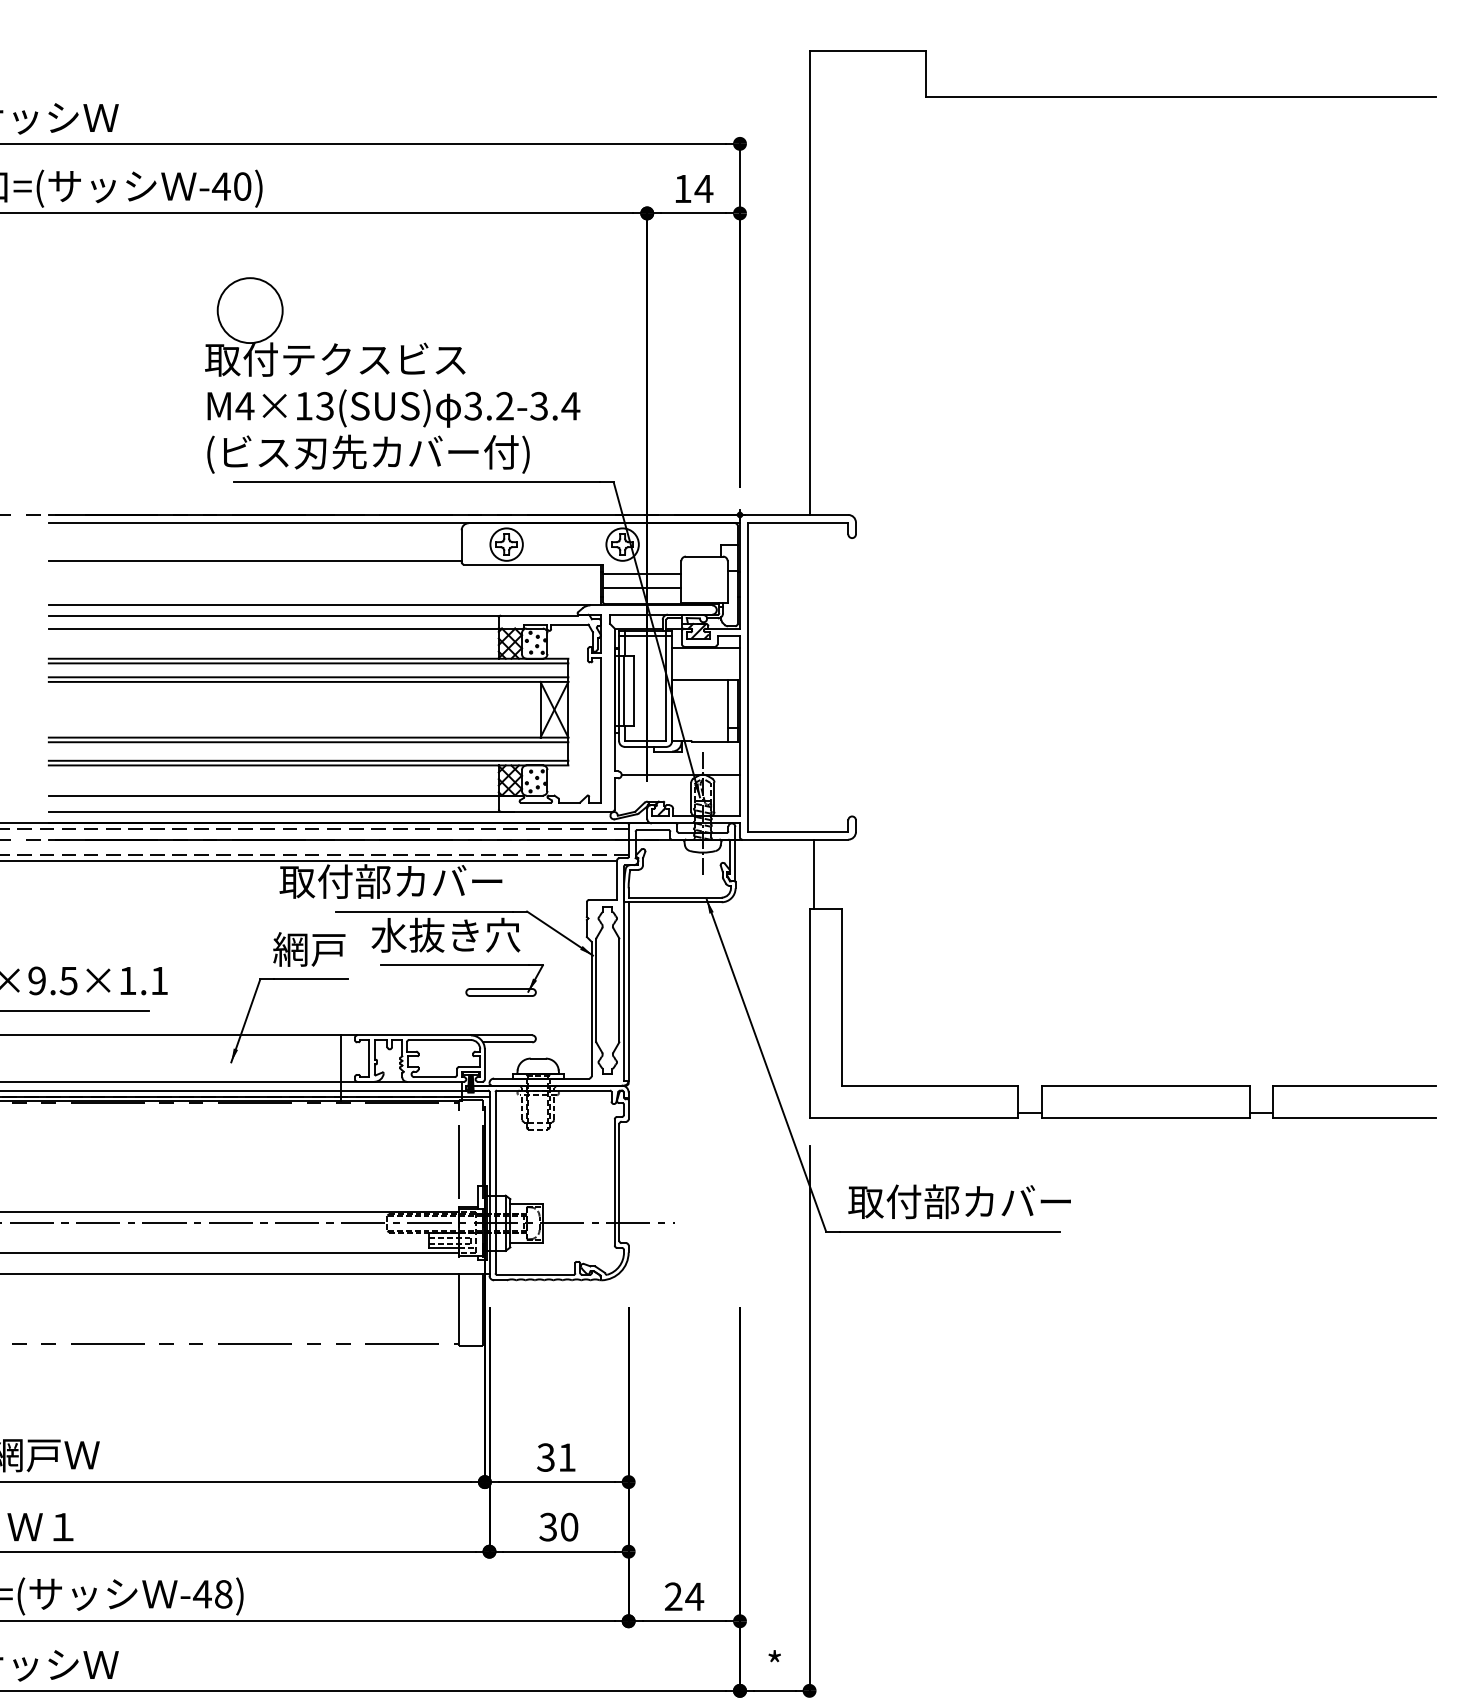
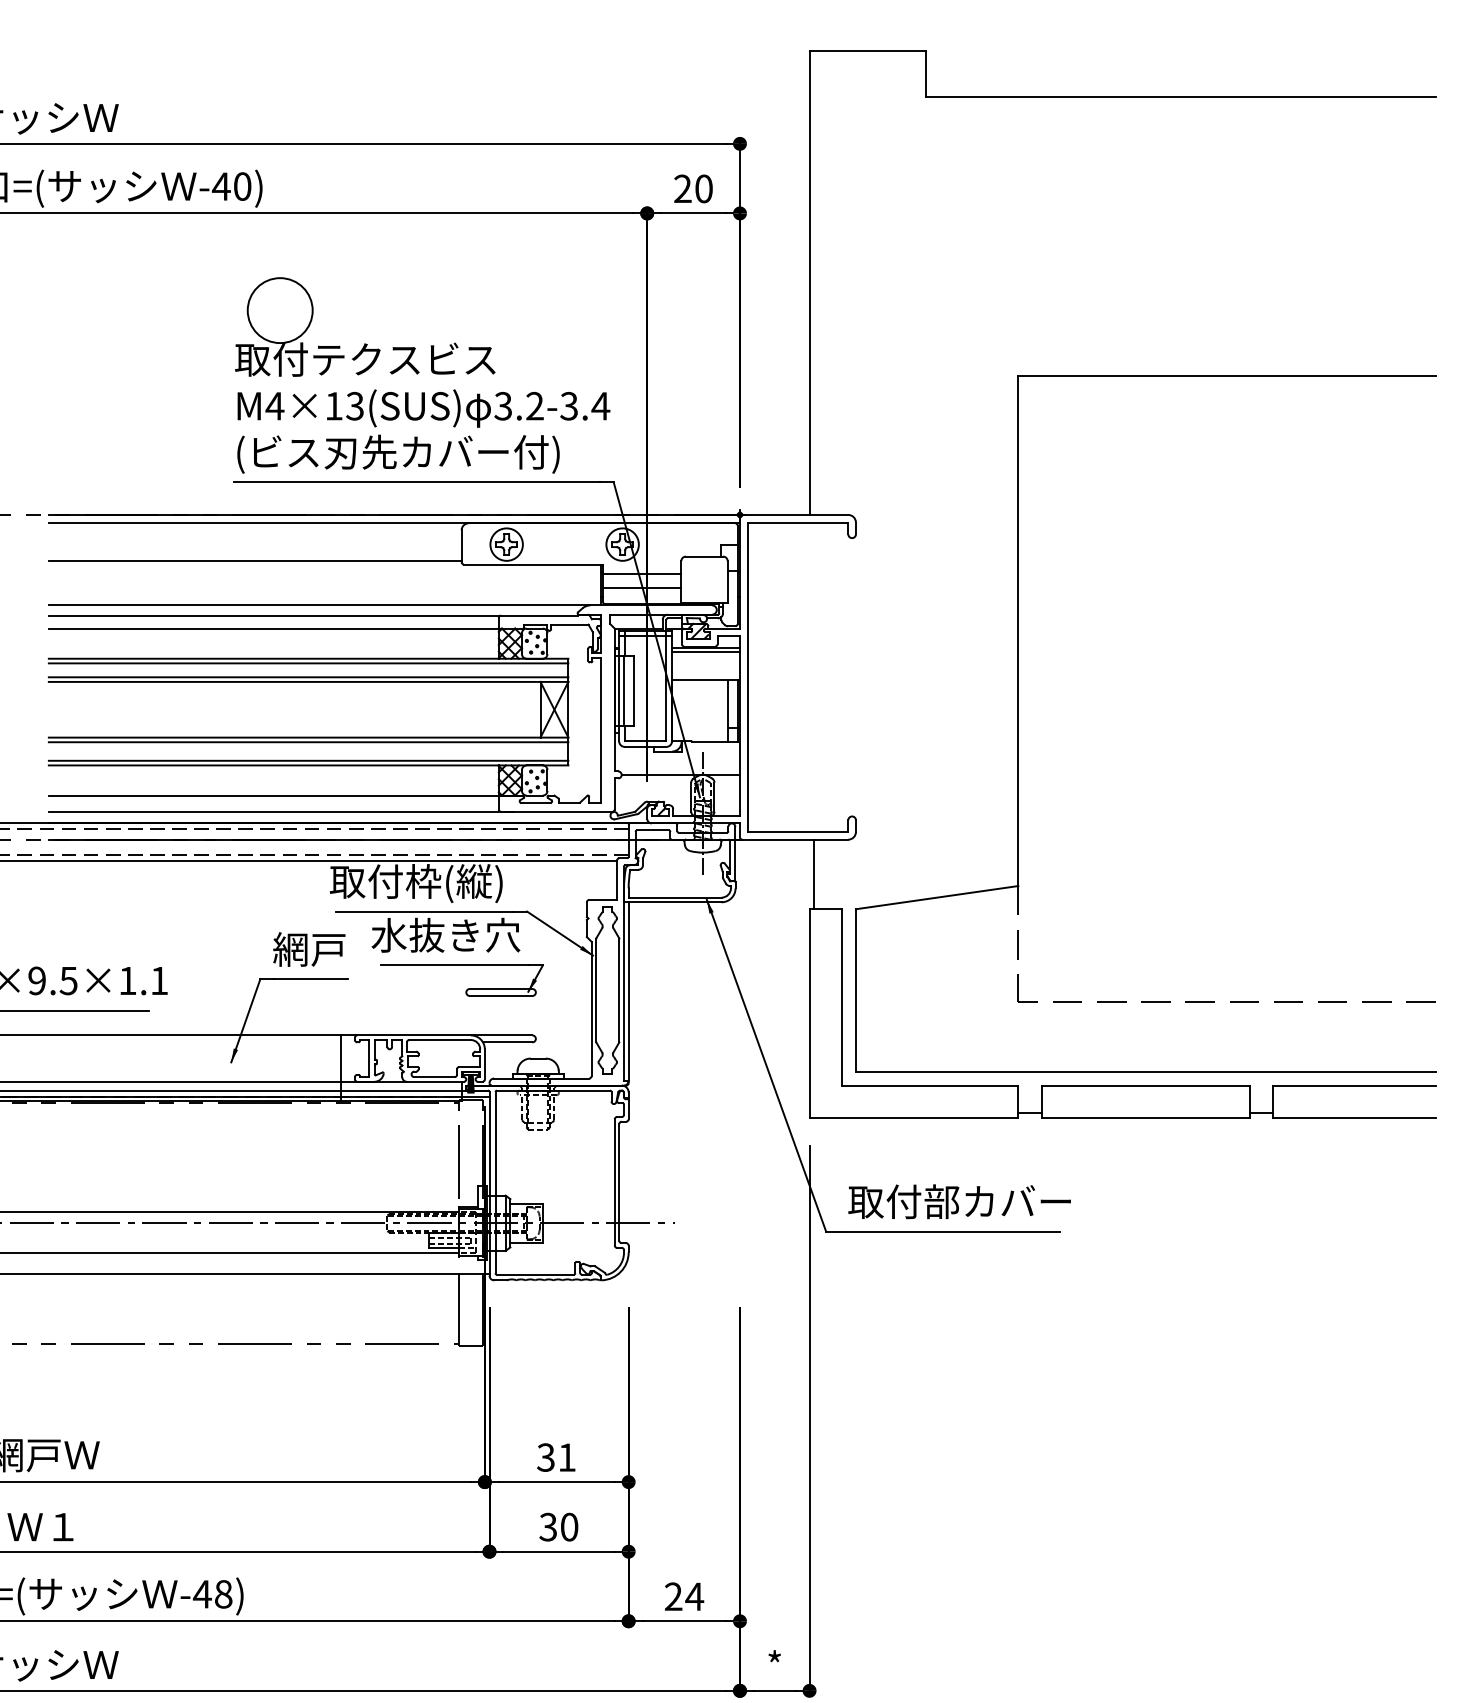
text at (693, 188): 14 -> 20
part at (392, 375) position: (392, 375) -> (422, 375)
line at (705, 651): none -> present
part at (1018, 723): none -> present
text at (390, 883): 取付部カバー -> 取付枠(縦)
